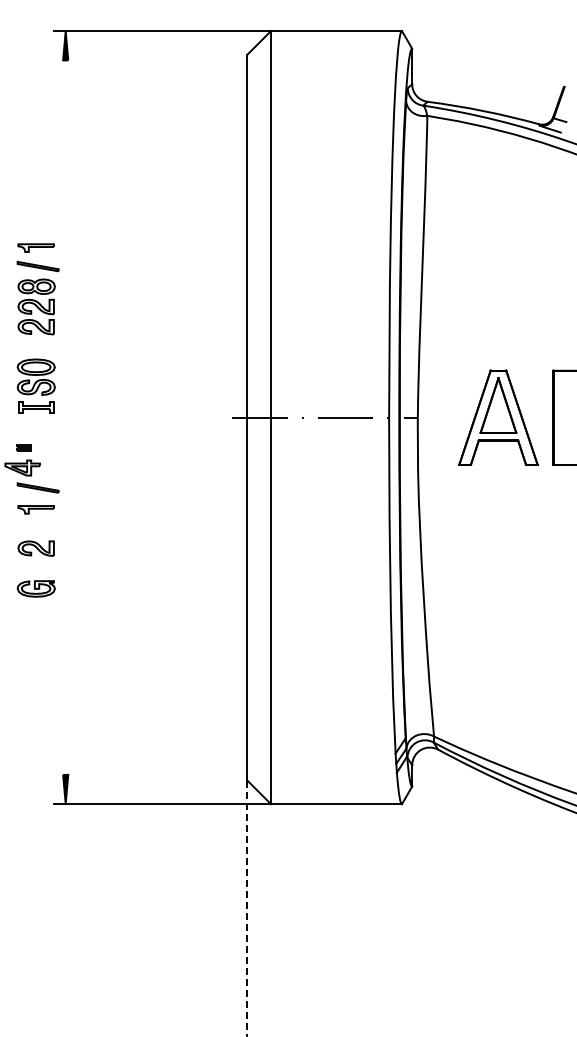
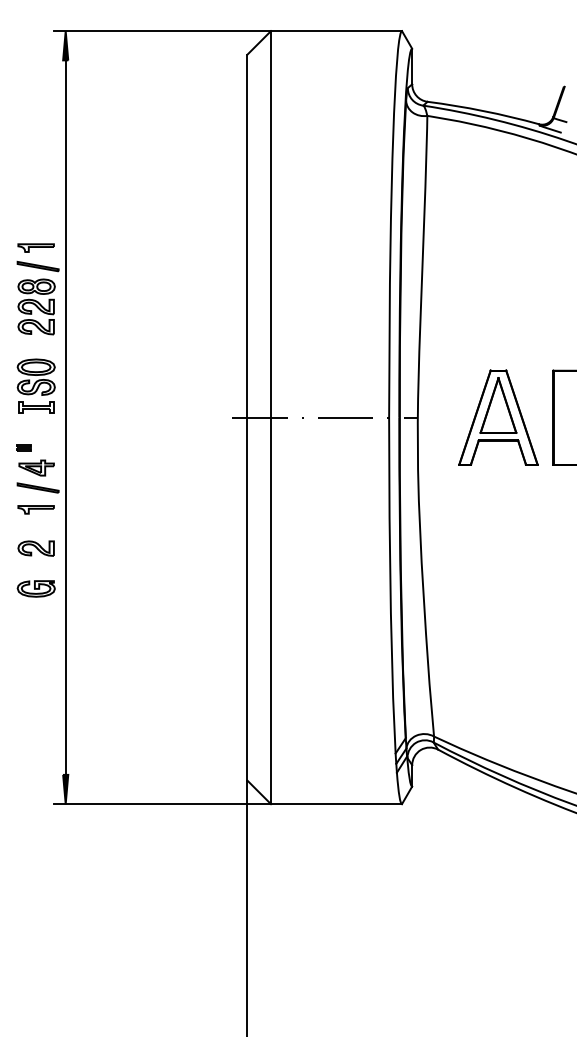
line at (65, 417): none -> present
part at (22, 467) position: (22, 467) -> (36, 467)
line at (247, 908): dashed -> solid
